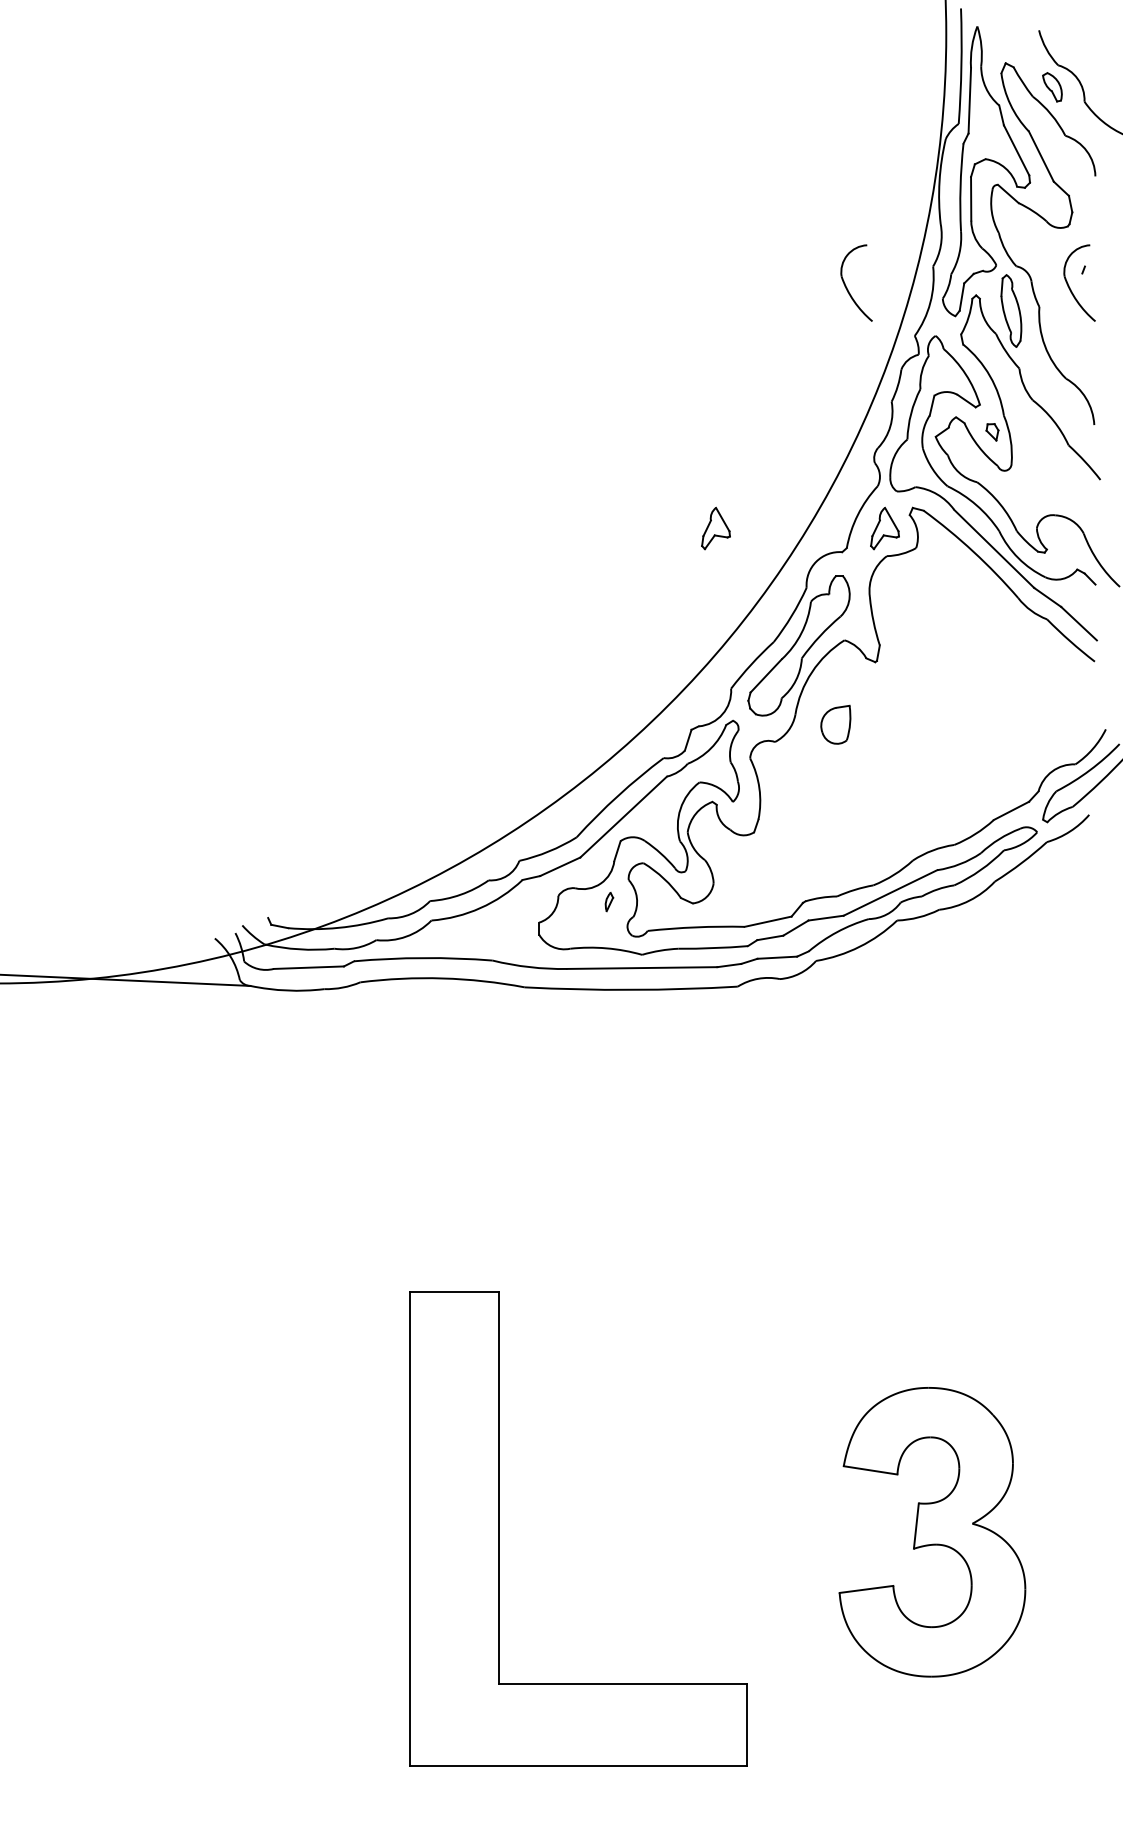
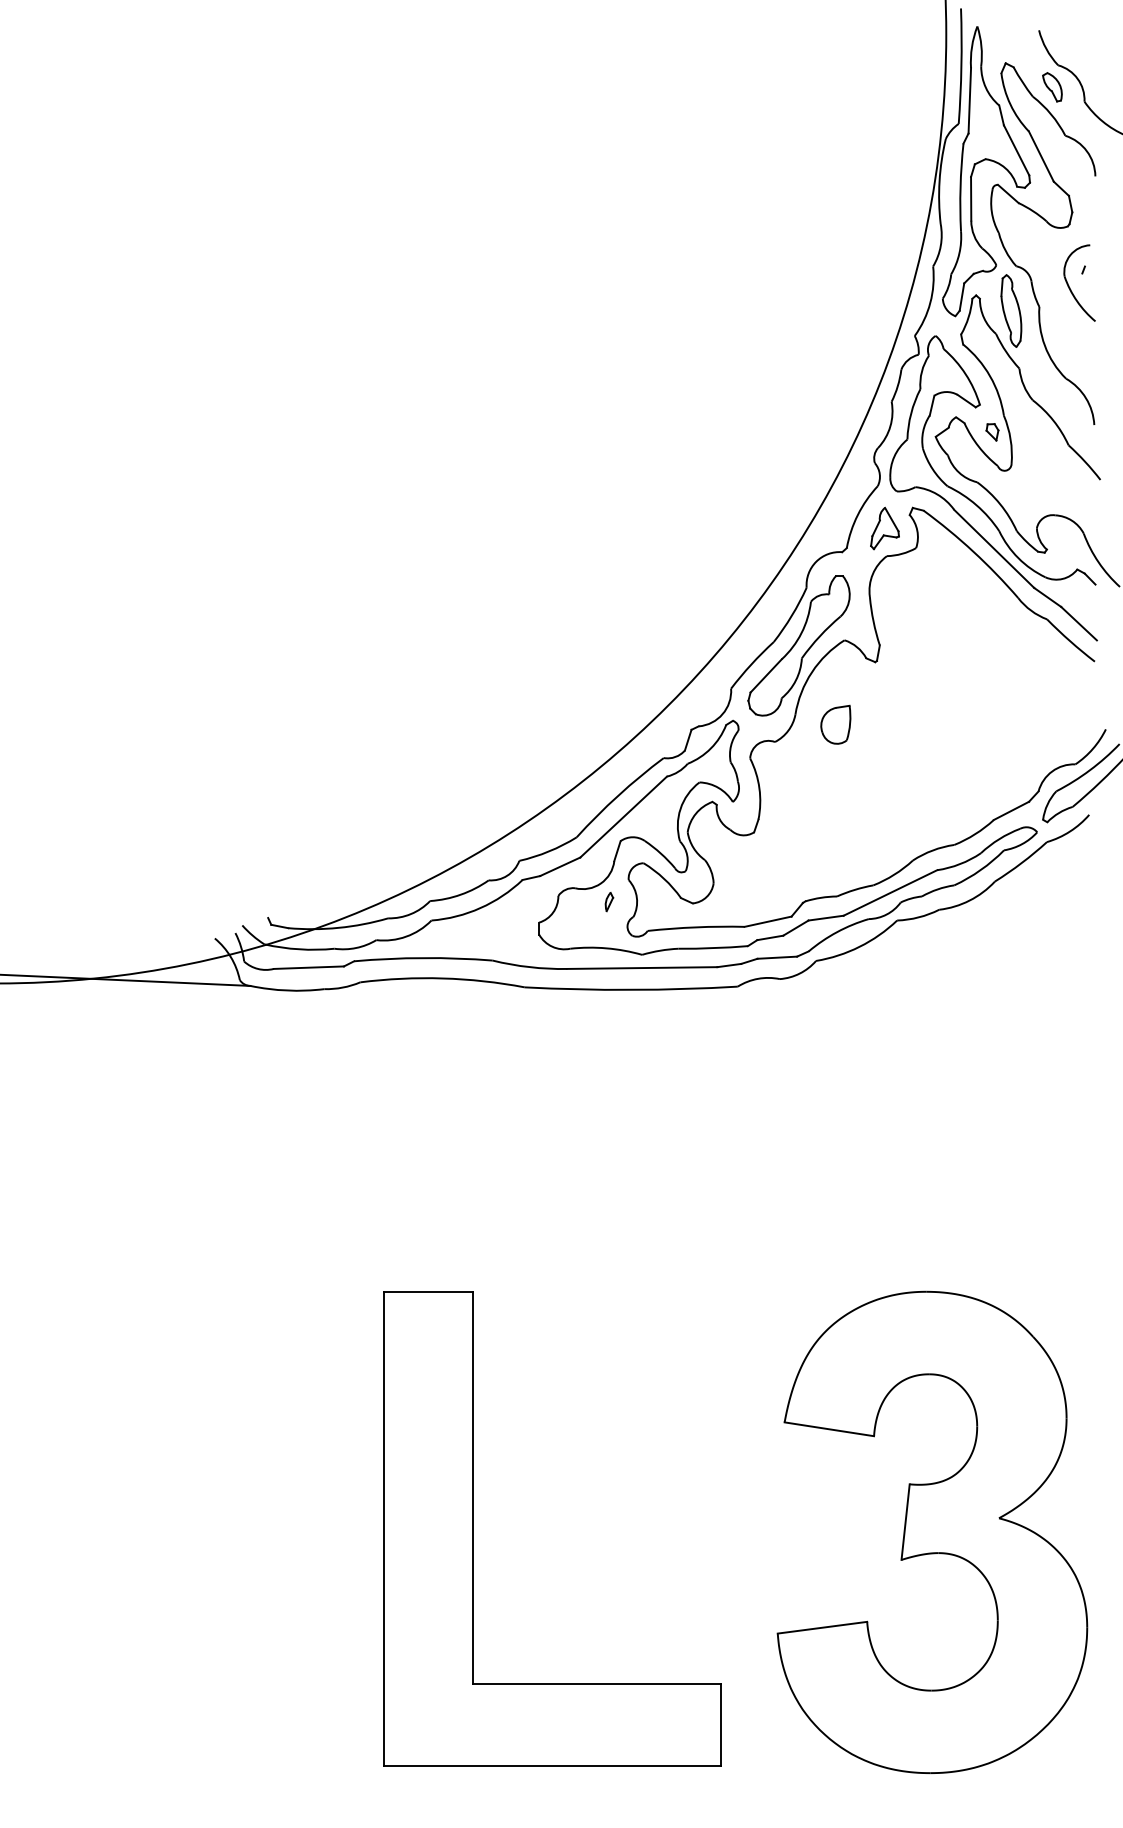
part at (847, 287): present -> none
part at (715, 528): present -> none
part at (499, 1528) position: (499, 1528) -> (473, 1528)
part at (932, 1532) size: 189x291 px -> 313x484 px
